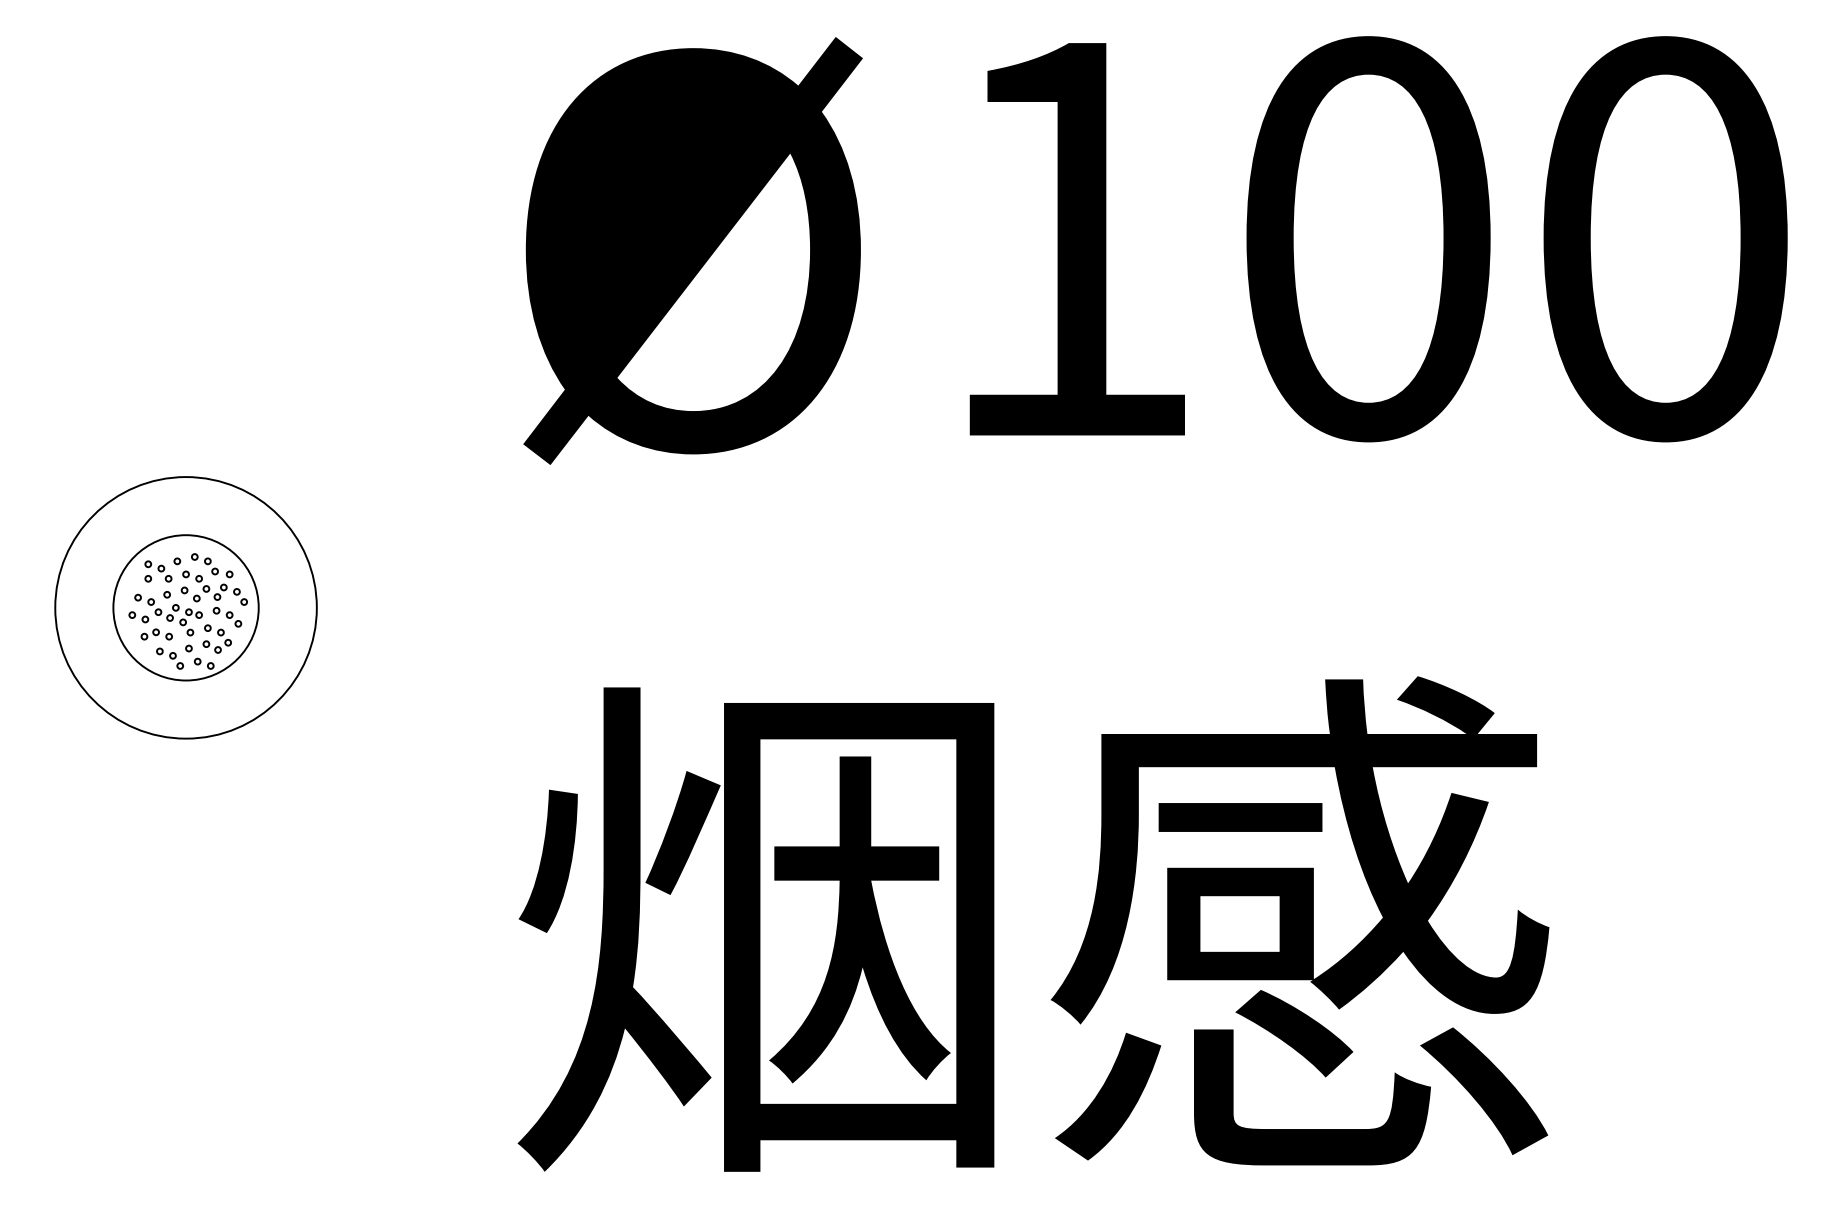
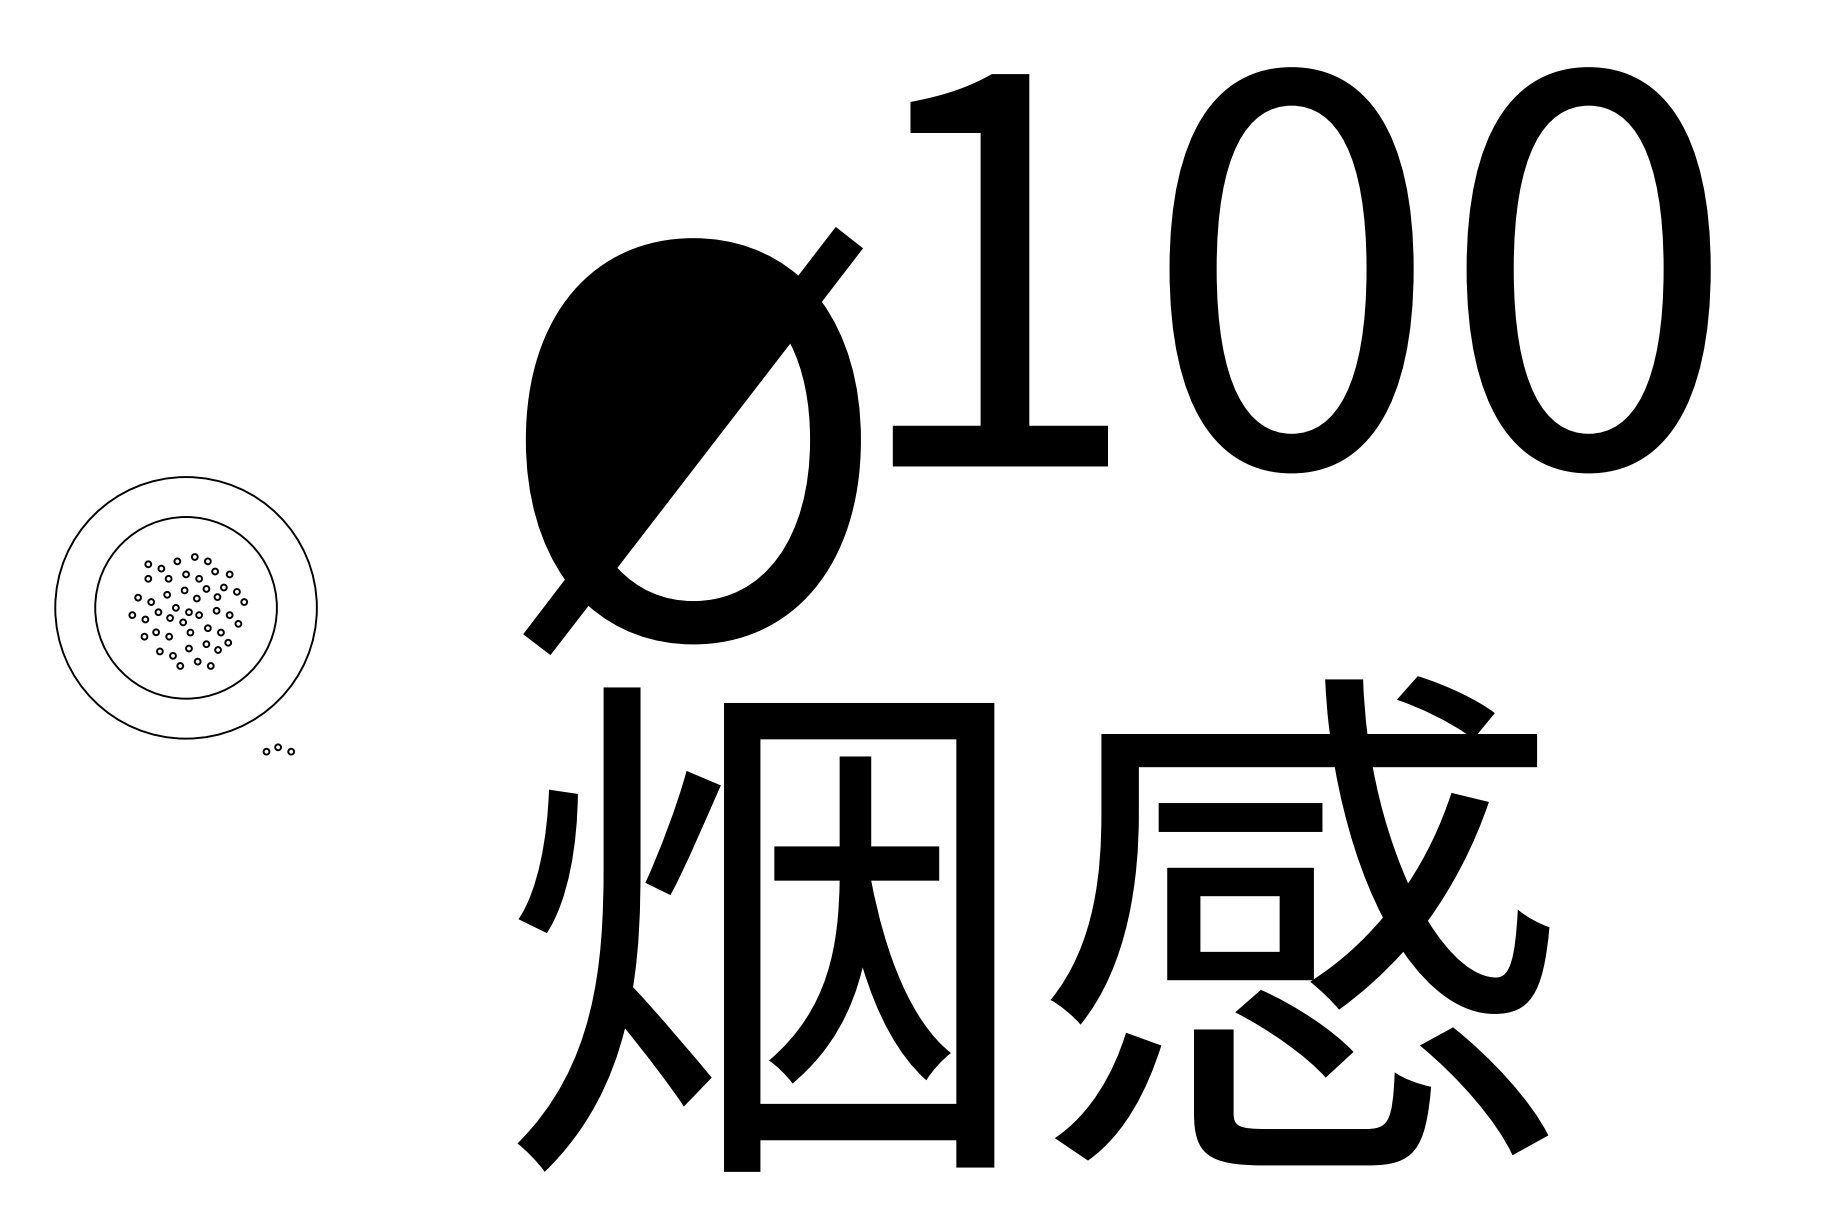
text at (1378, 239) position: (1378, 239) -> (1301, 270)
text at (692, 250) position: (692, 250) -> (692, 440)
circle at (185, 607) diameter: 145 px -> 182 px
part at (278, 749): none -> present
